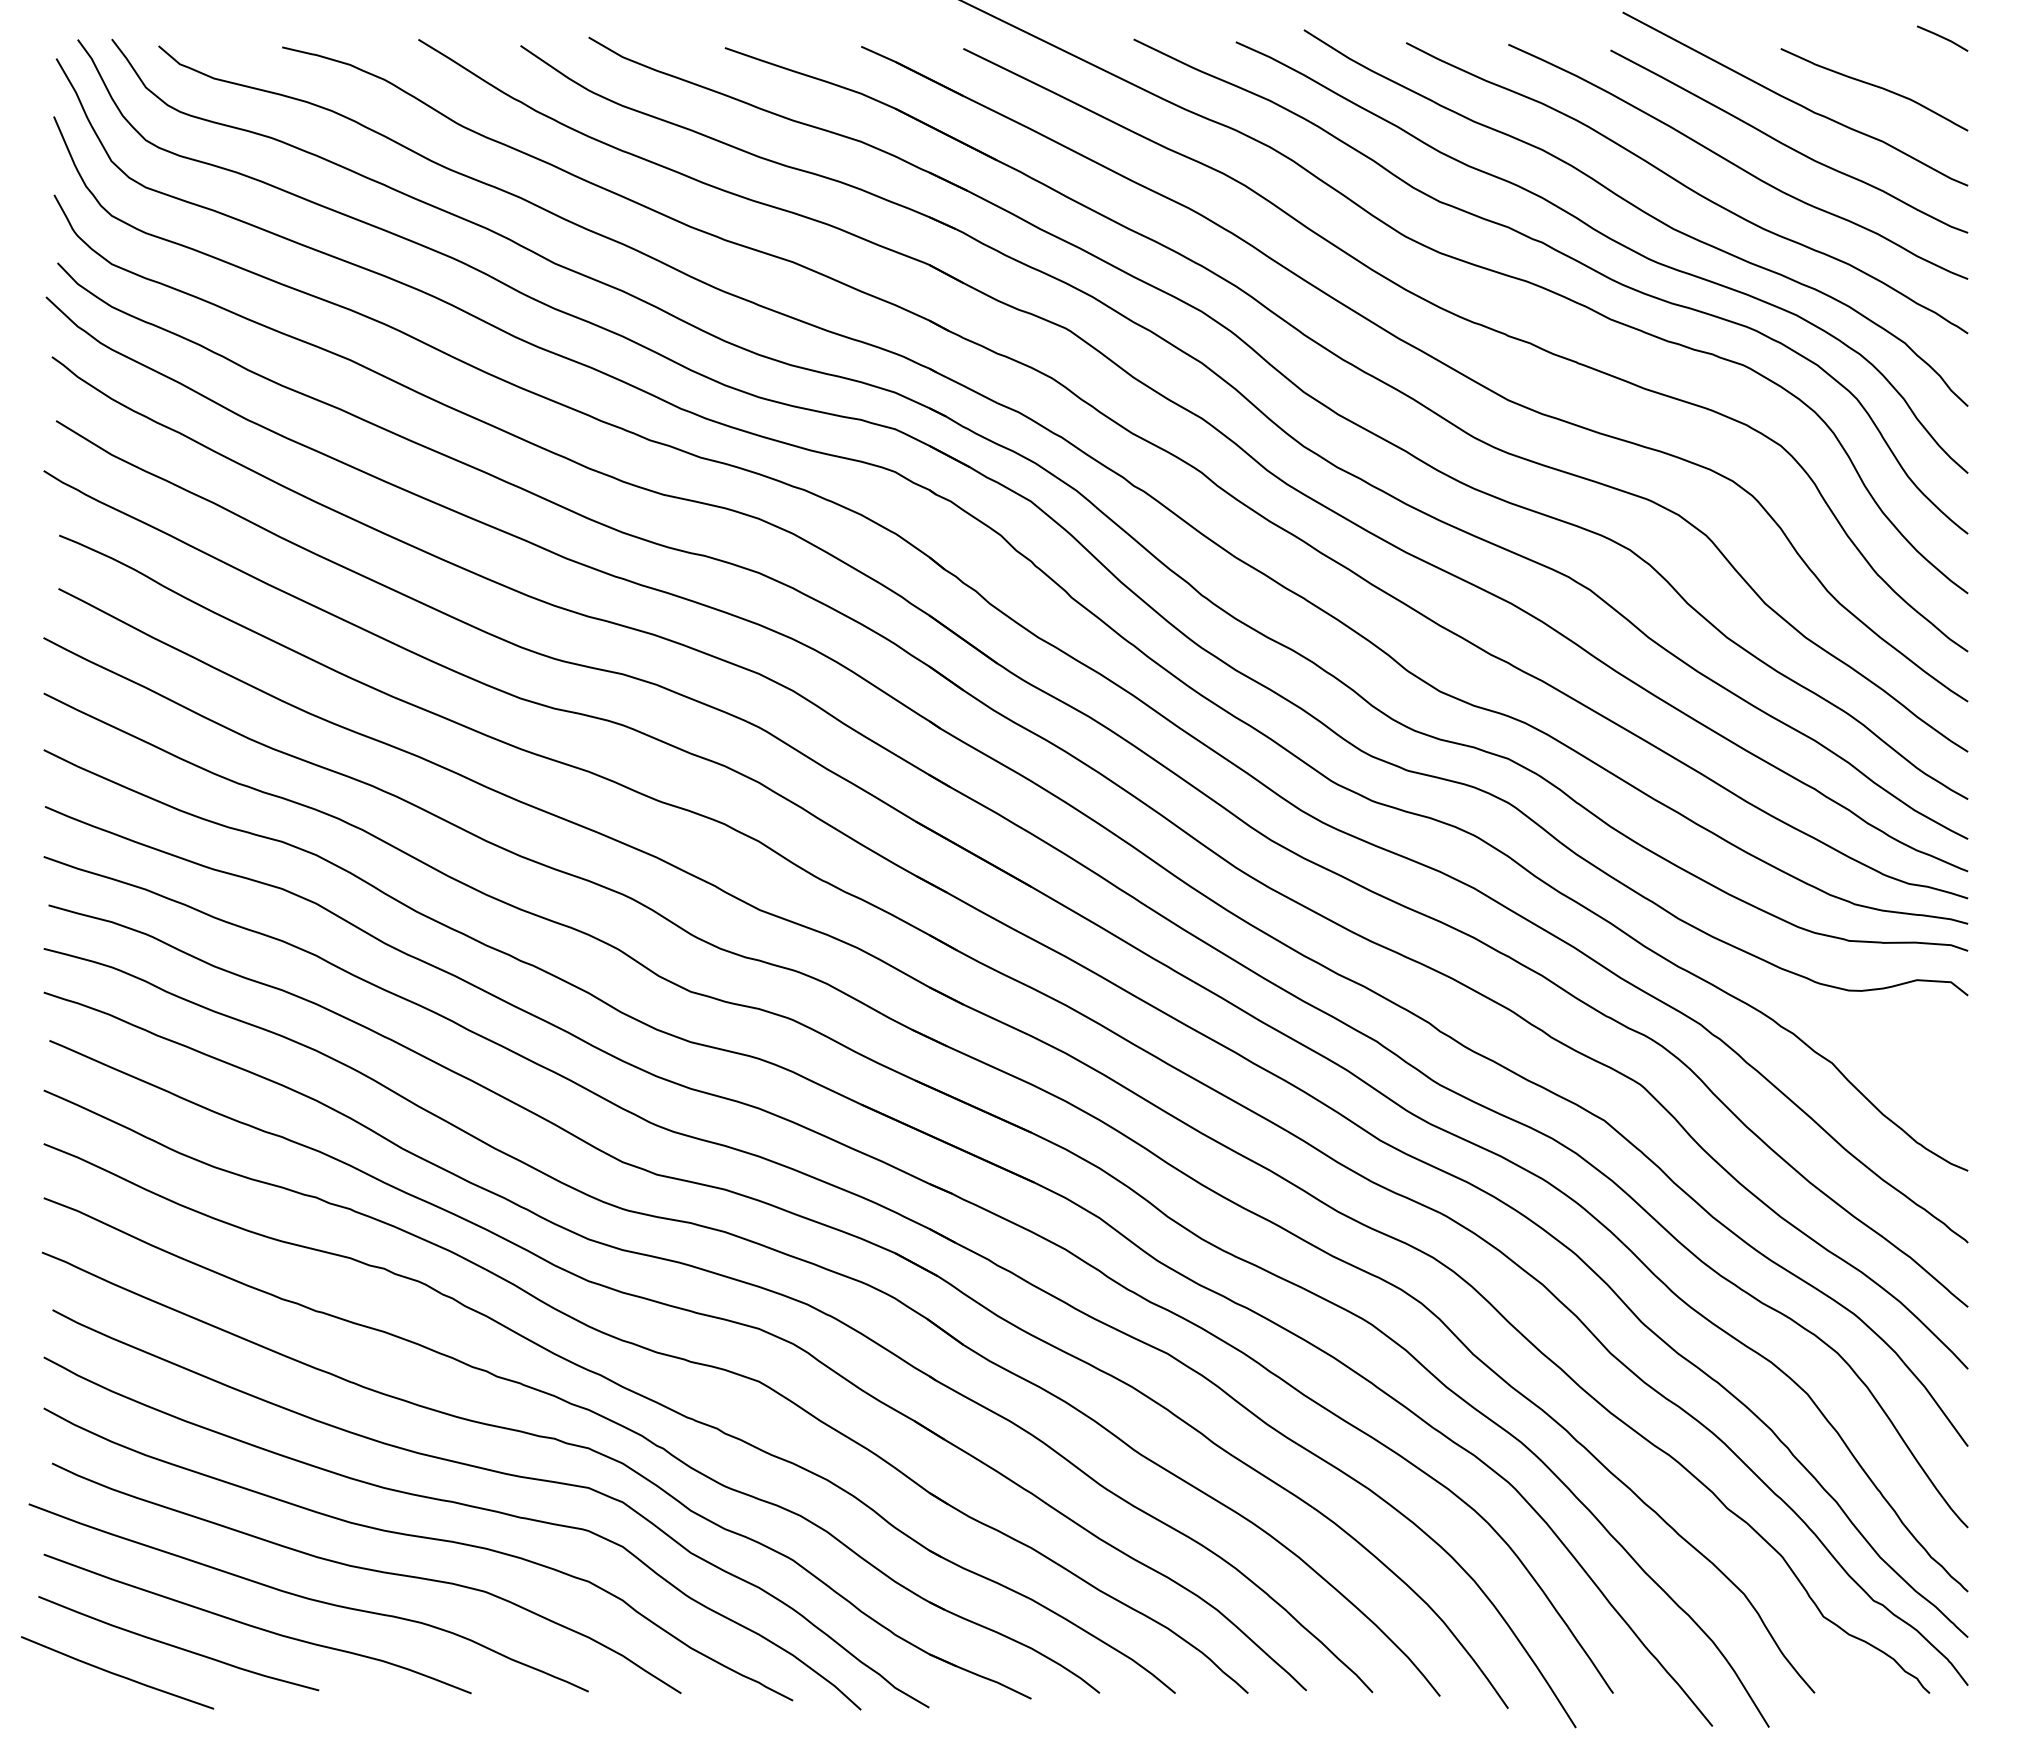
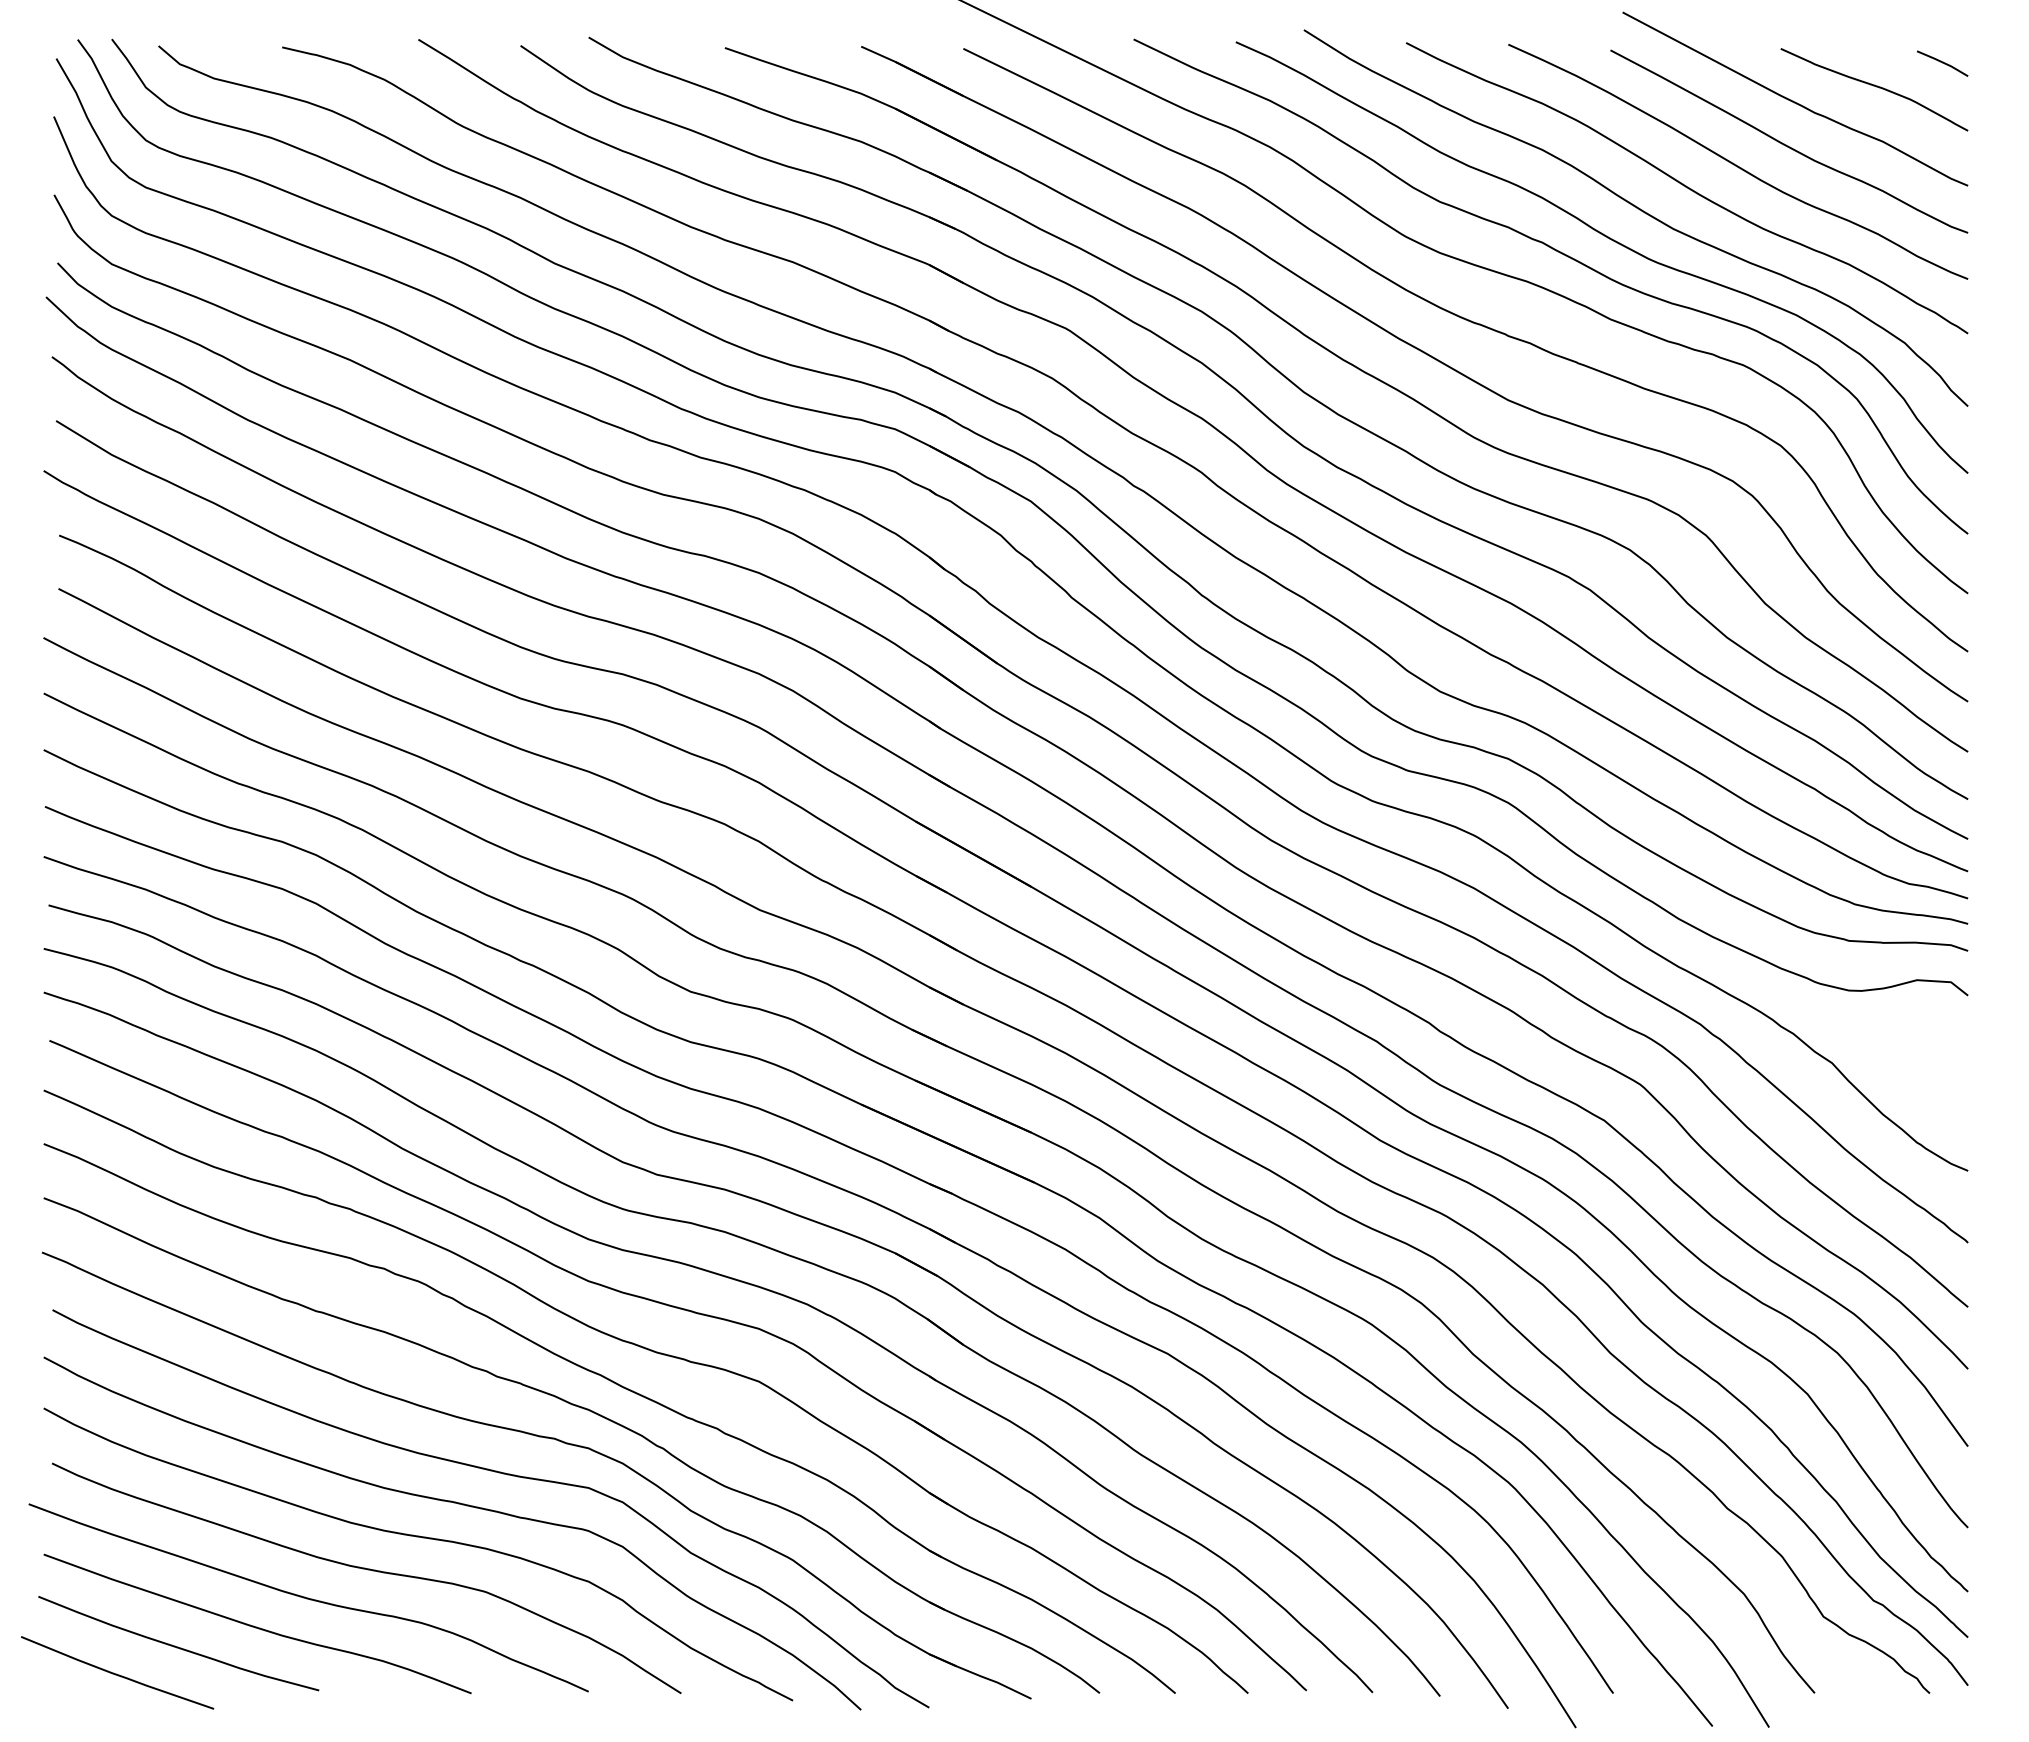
line at (1942, 38) position: (1942, 38) -> (1942, 63)
